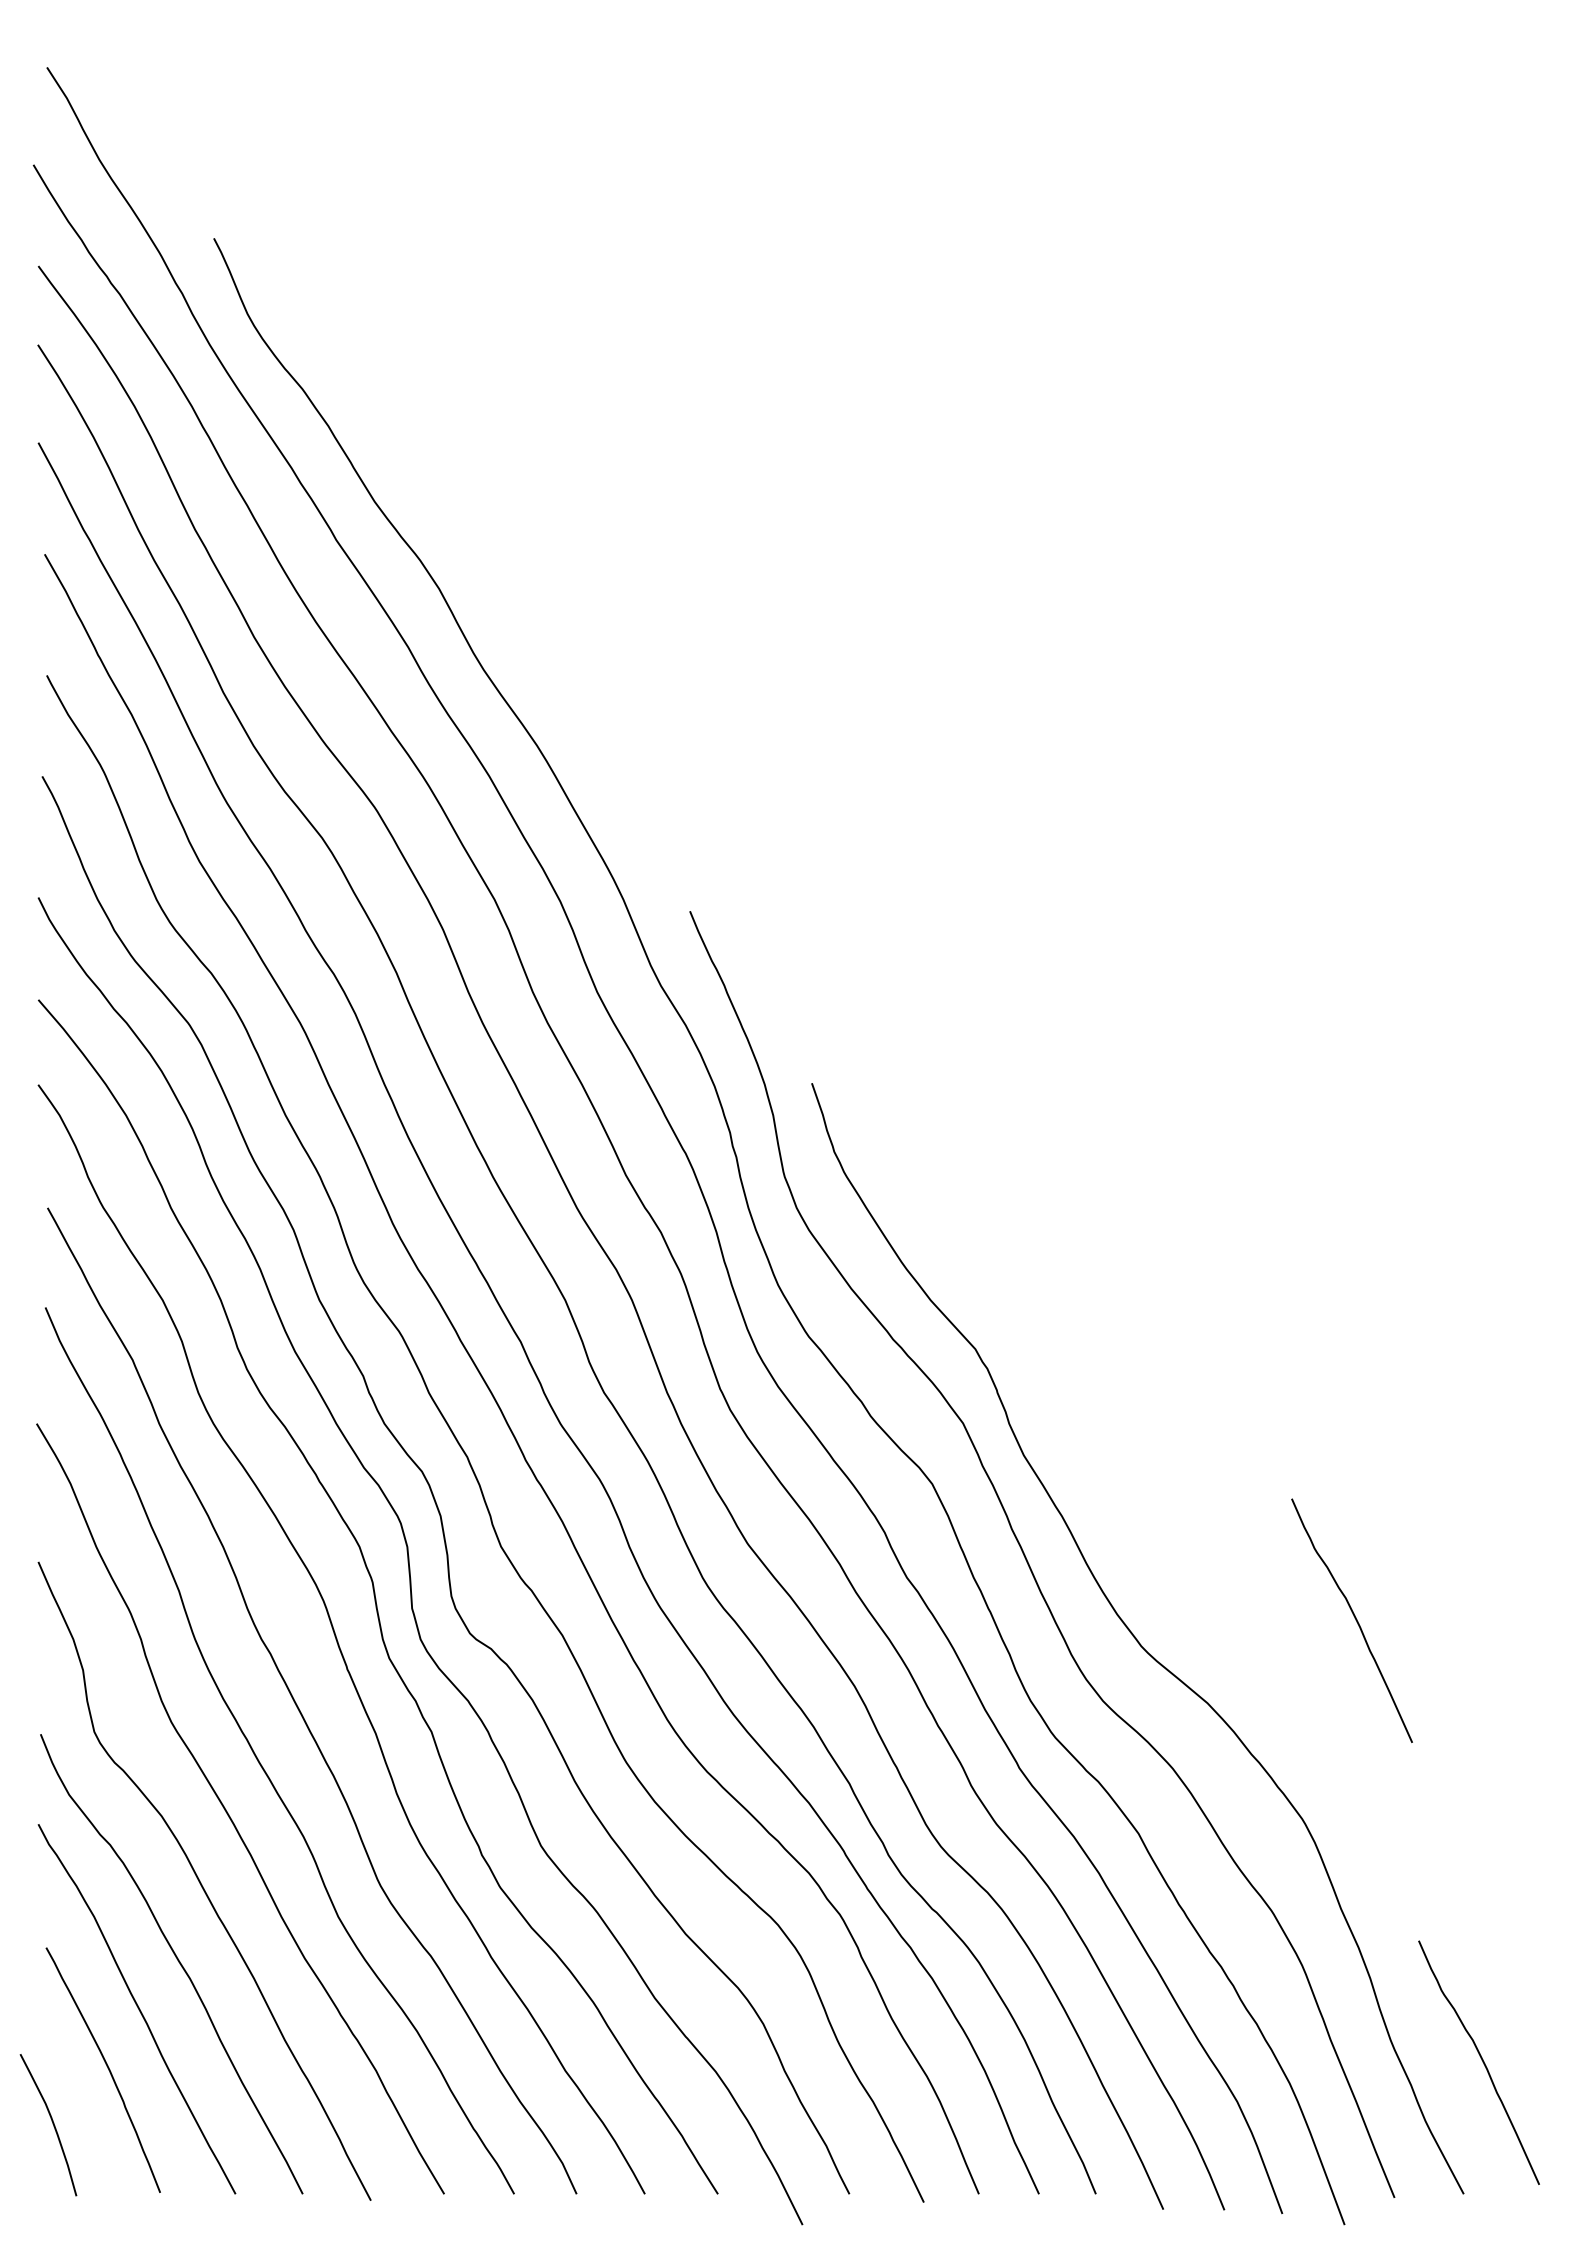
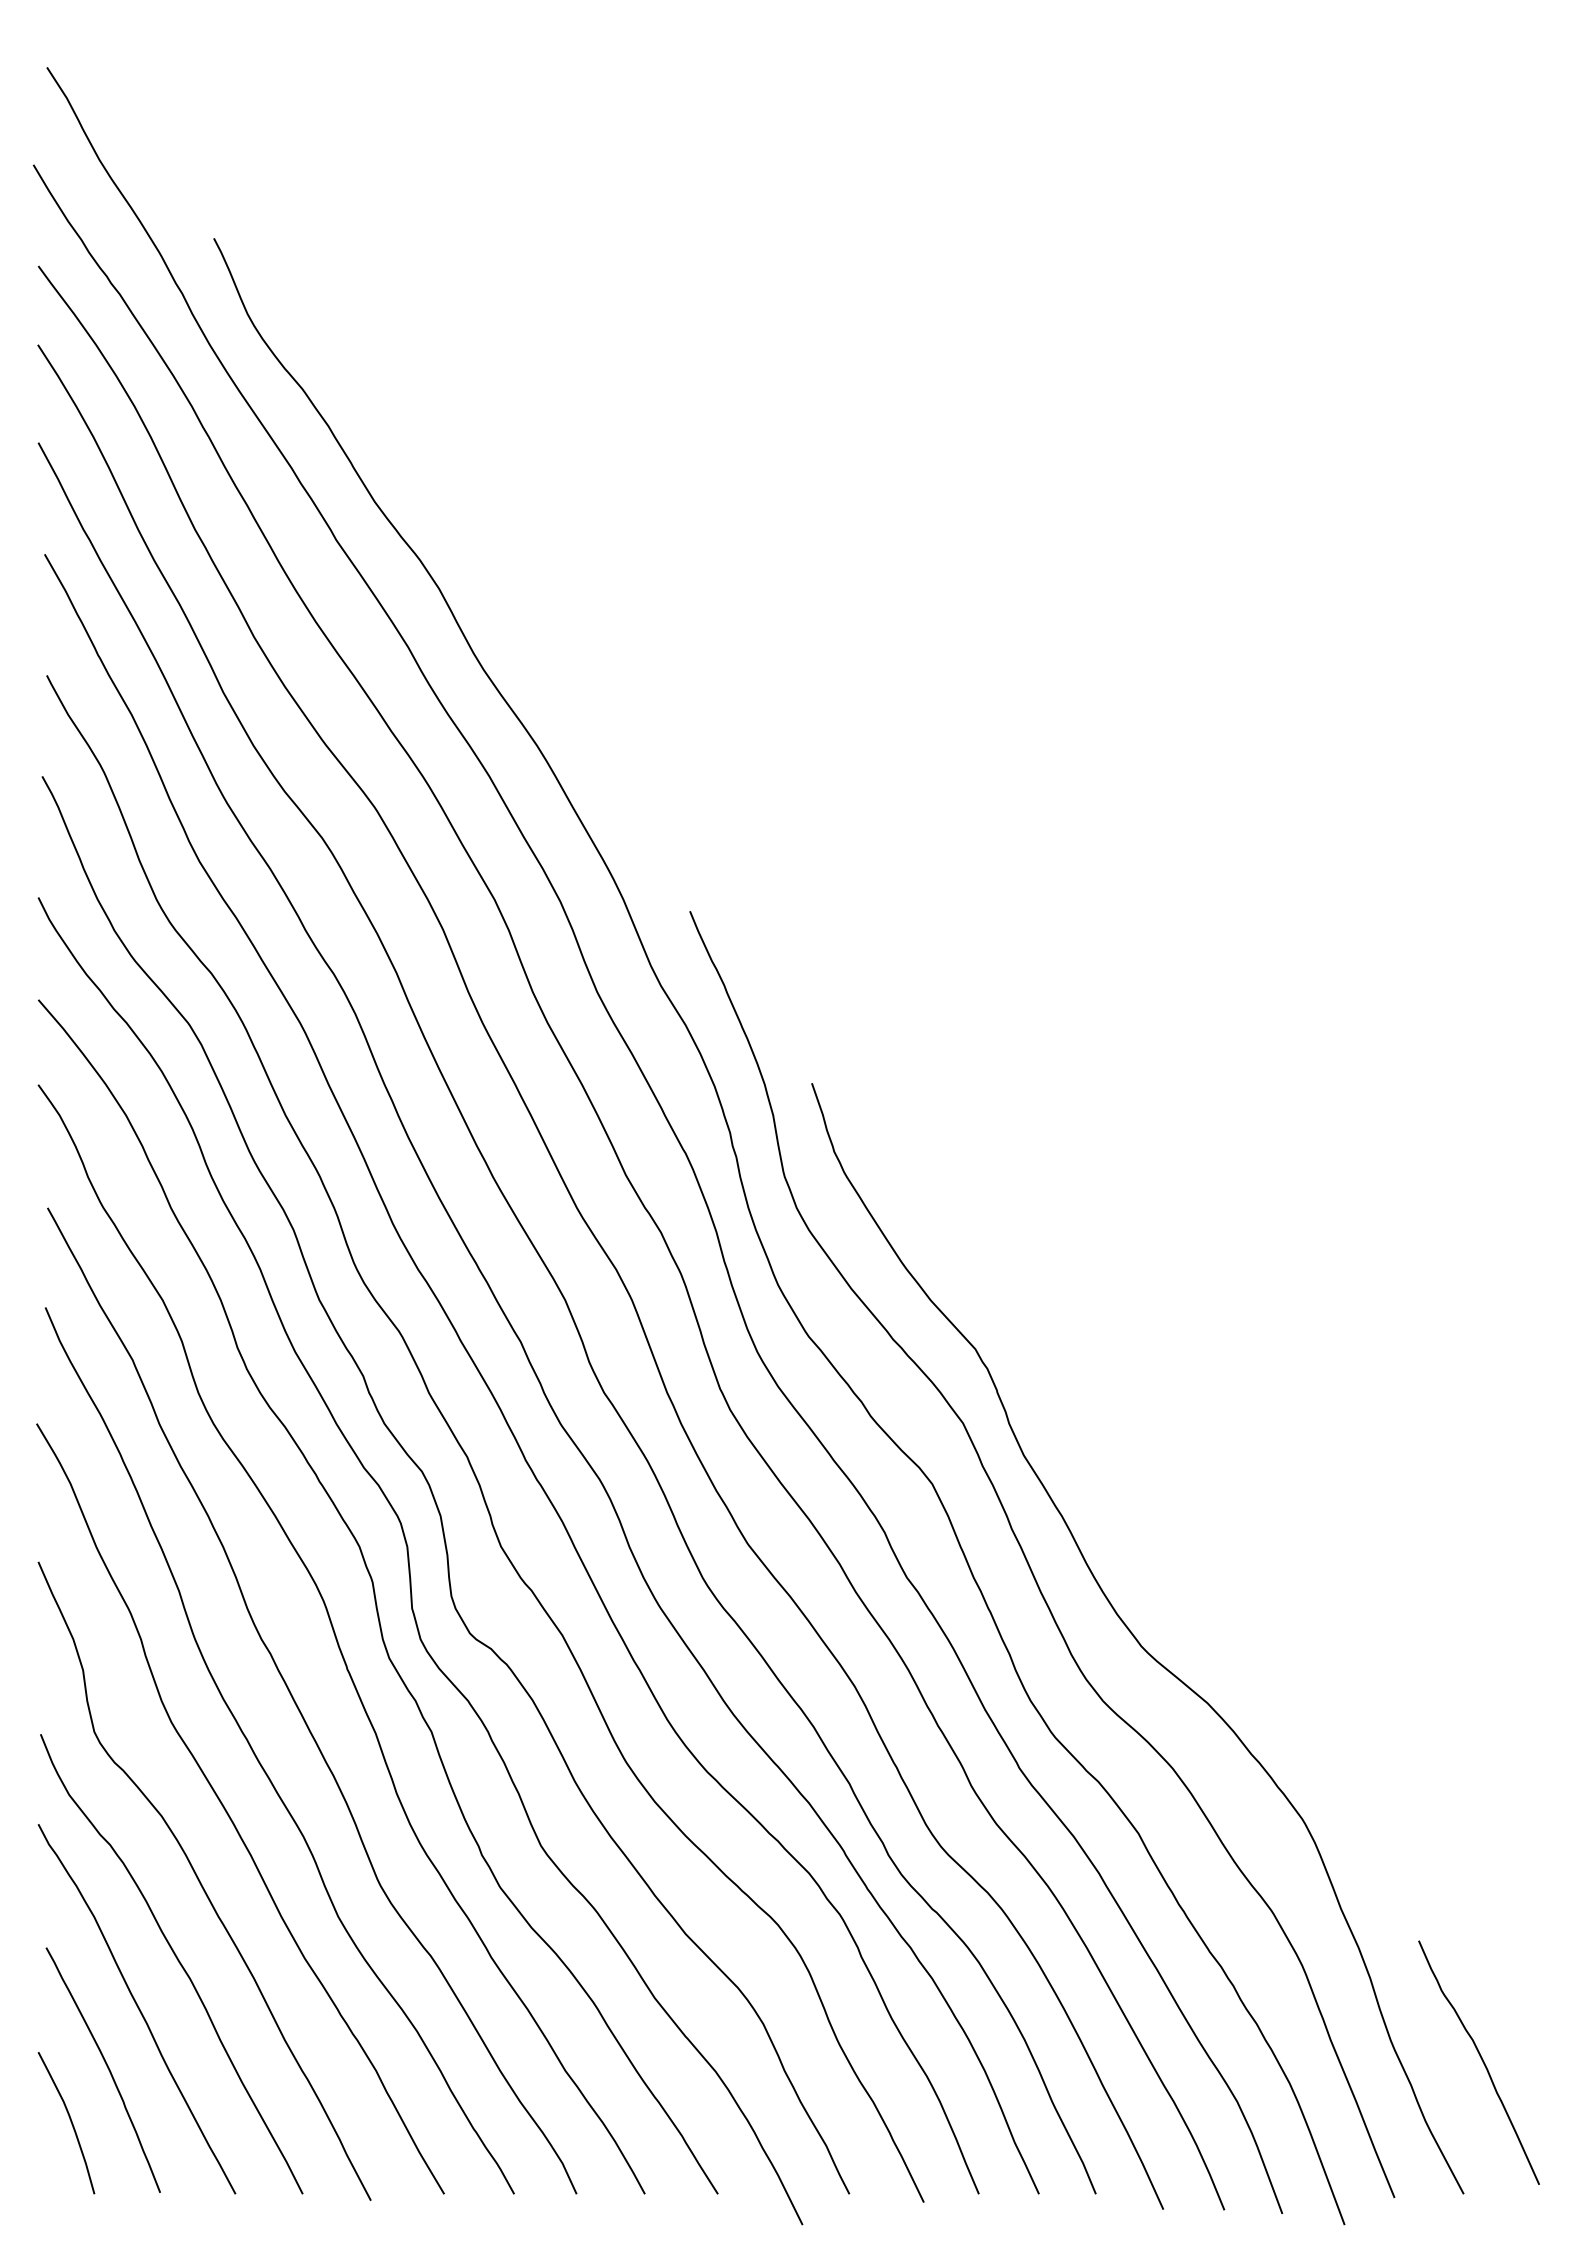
curve at (1354, 1618): present -> none
curve at (52, 2124) position: (52, 2124) -> (70, 2122)
